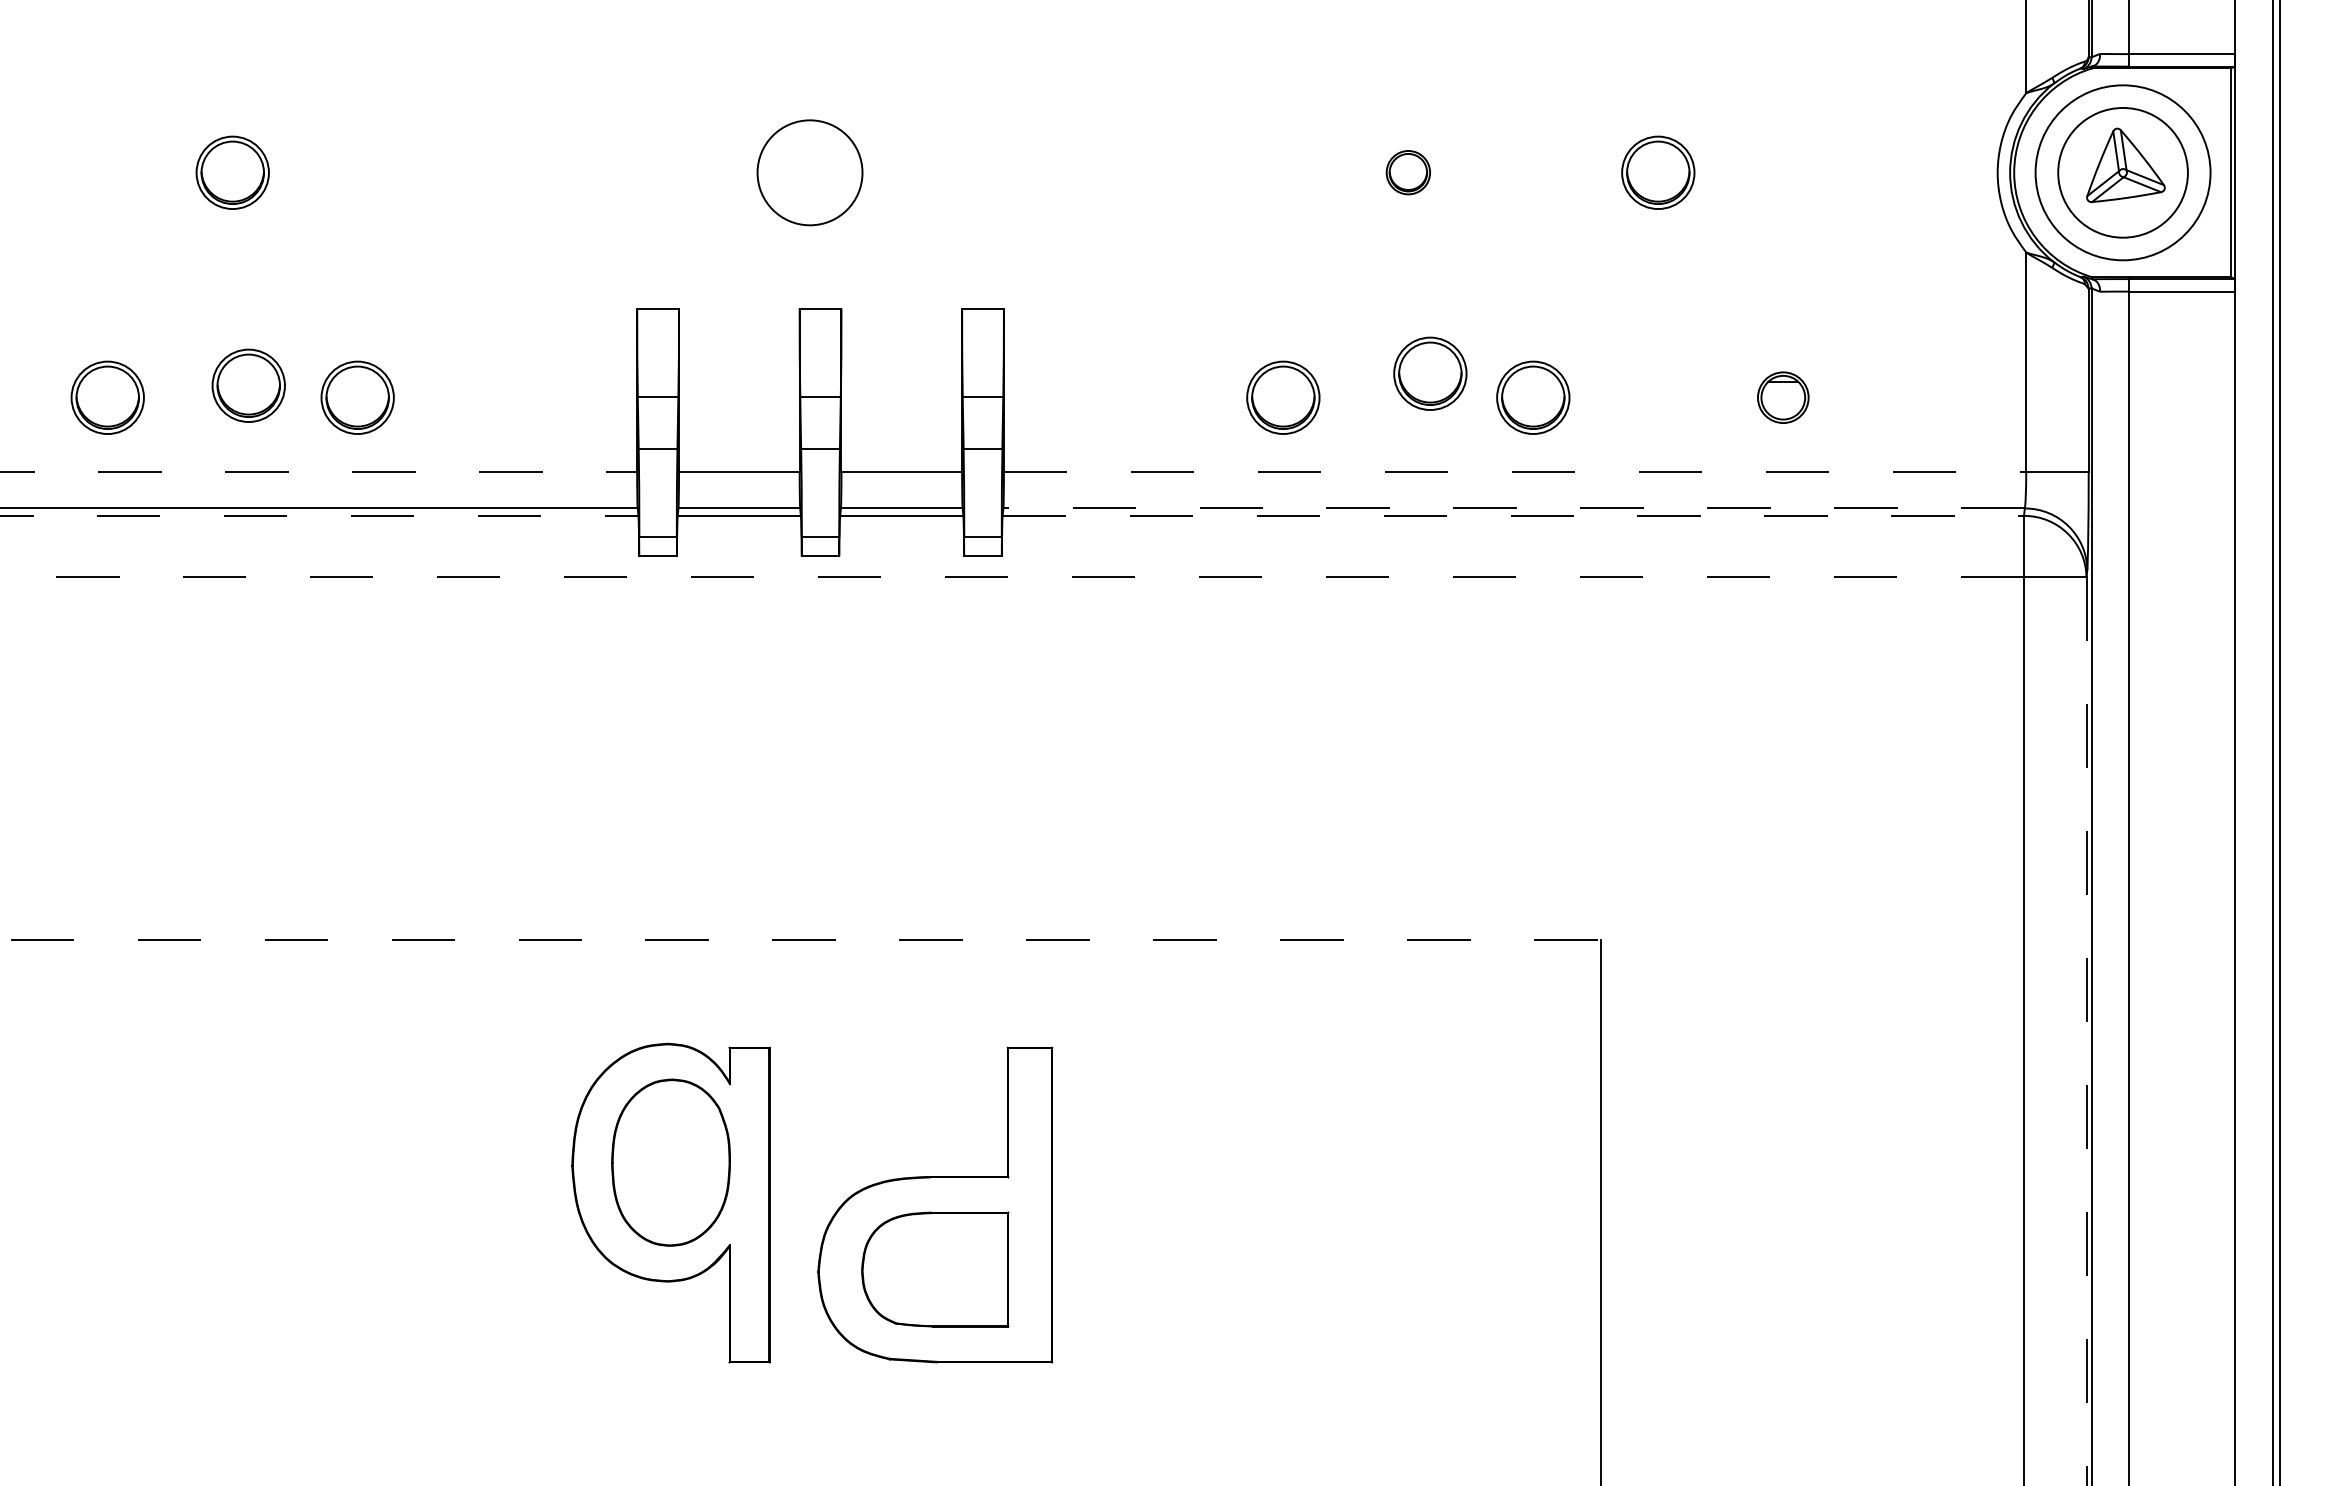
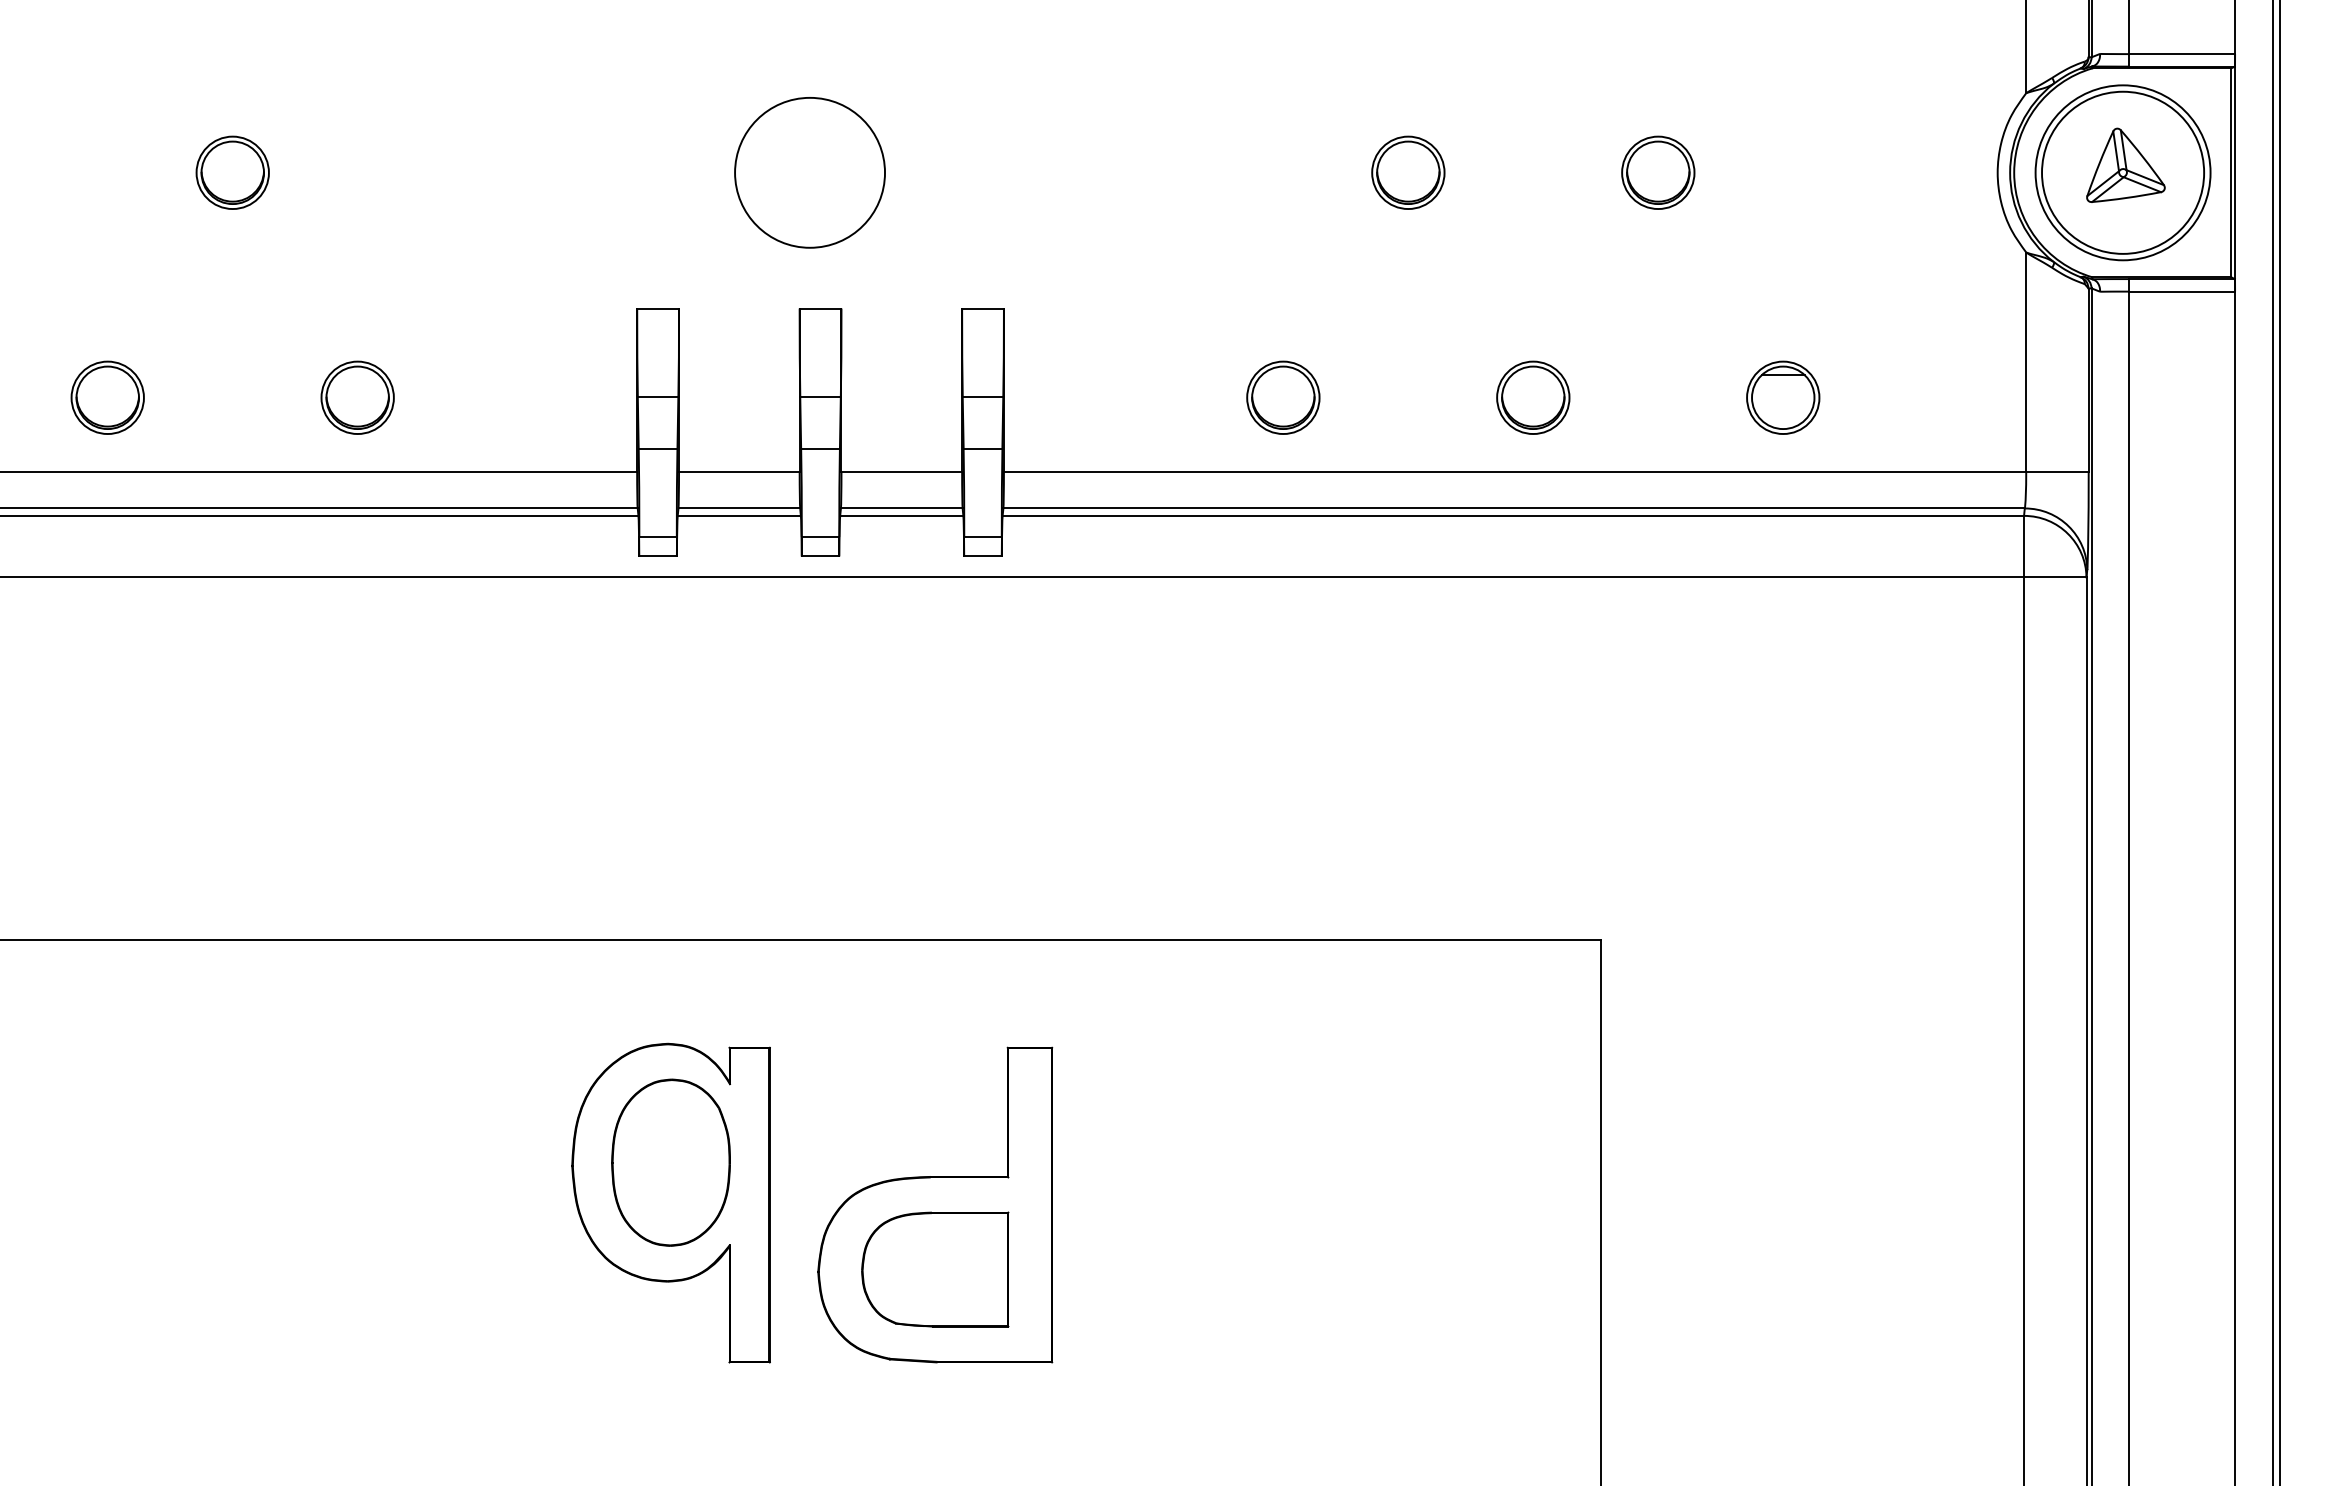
circle at (809, 172) diameter: 105 px -> 150 px
part at (1407, 172) size: 46x46 px -> 75x75 px
circle at (2122, 172) diameter: 130 px -> 162 px
part at (1430, 373): present -> none
part at (248, 385): present -> none
part at (1783, 397) size: 53x53 px -> 75x75 px
line at (319, 471): dashed -> solid
line at (1515, 471): dashed -> solid
line at (1514, 508): dashed -> solid
line at (319, 515): dashed -> solid
line at (1513, 515): dashed -> solid
line at (1012, 577): dashed -> solid
line at (801, 940): dashed -> solid
line at (2086, 1031): dashed -> solid
